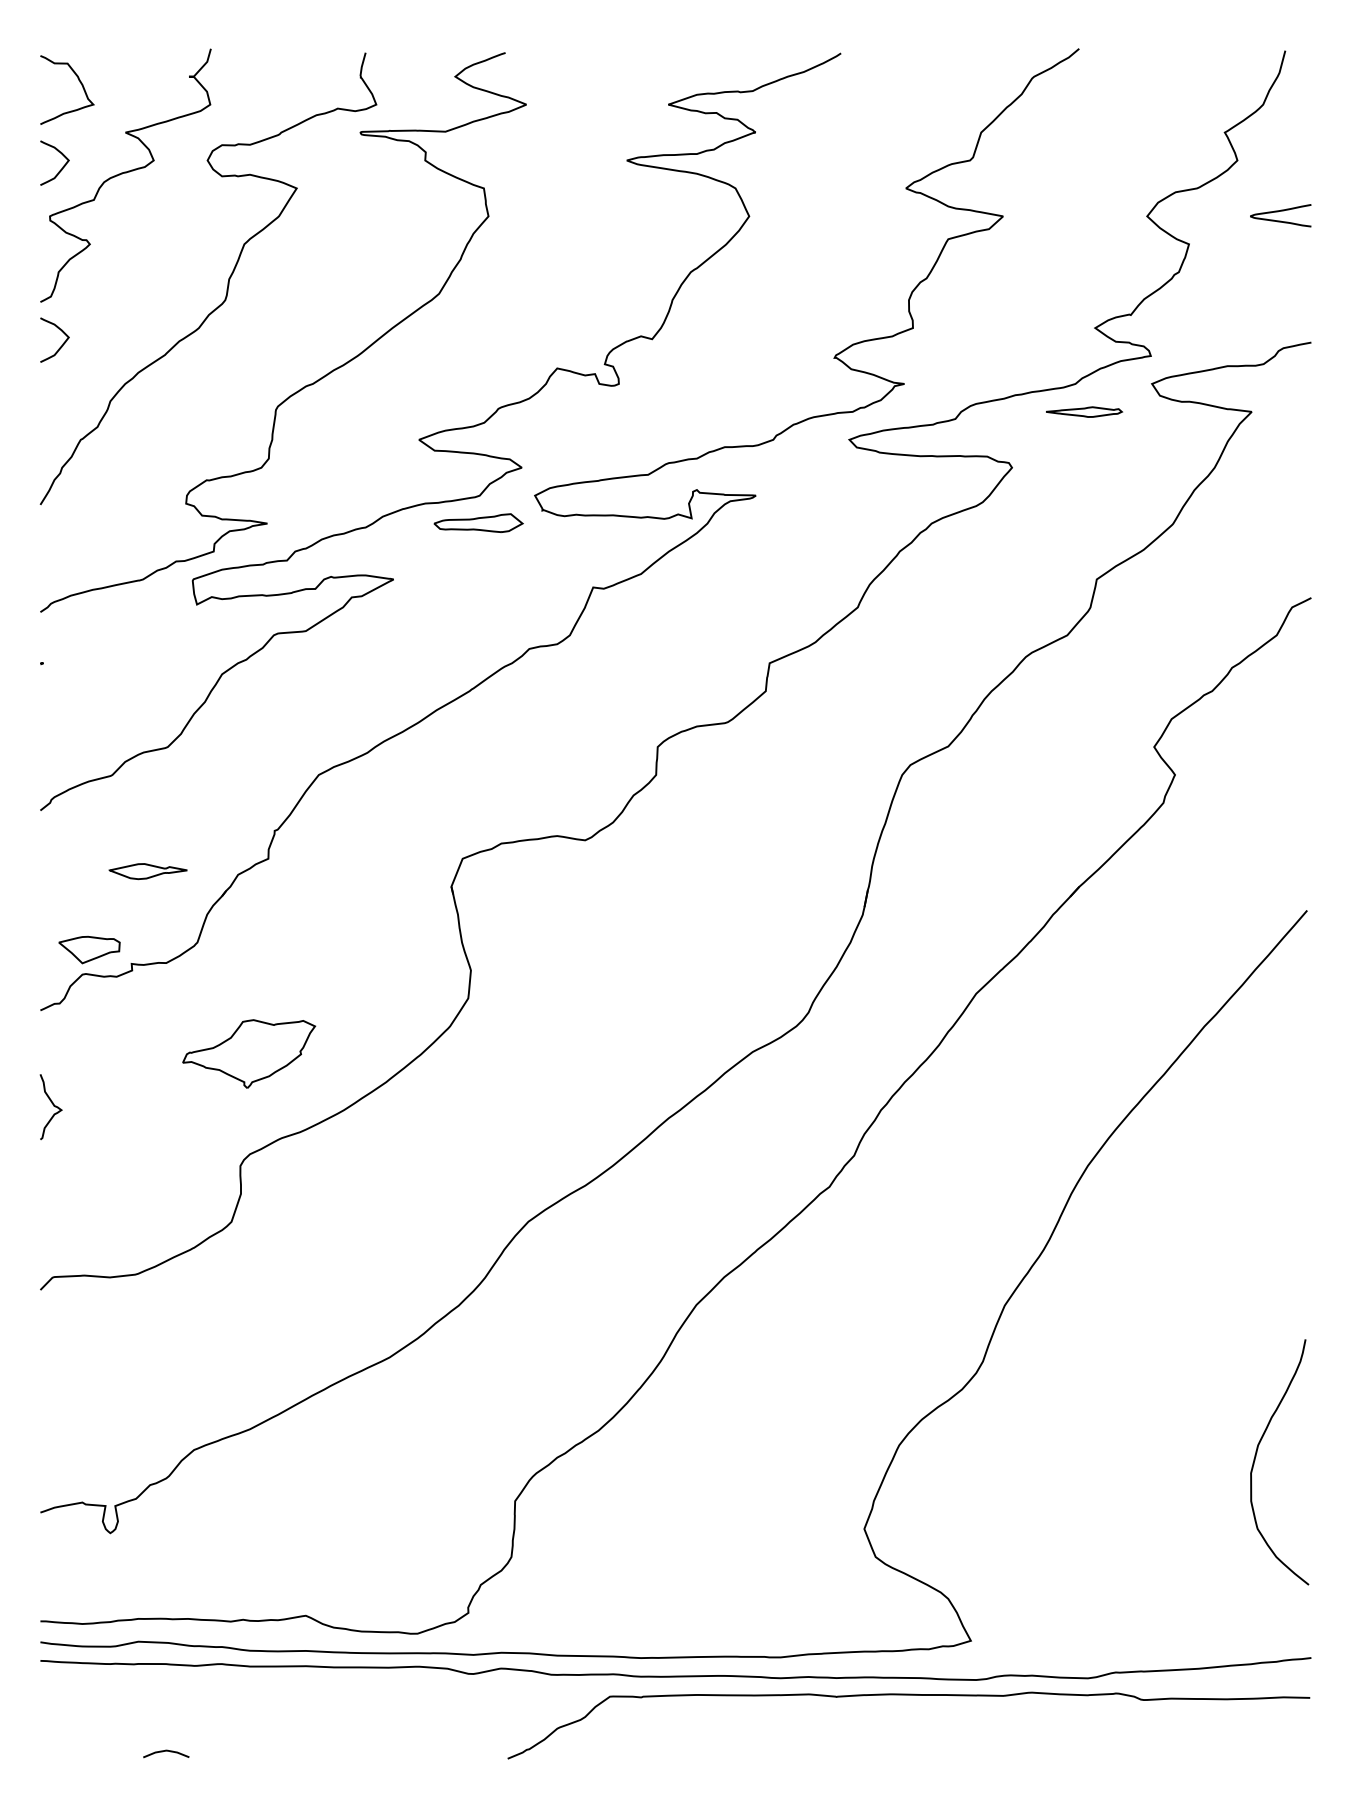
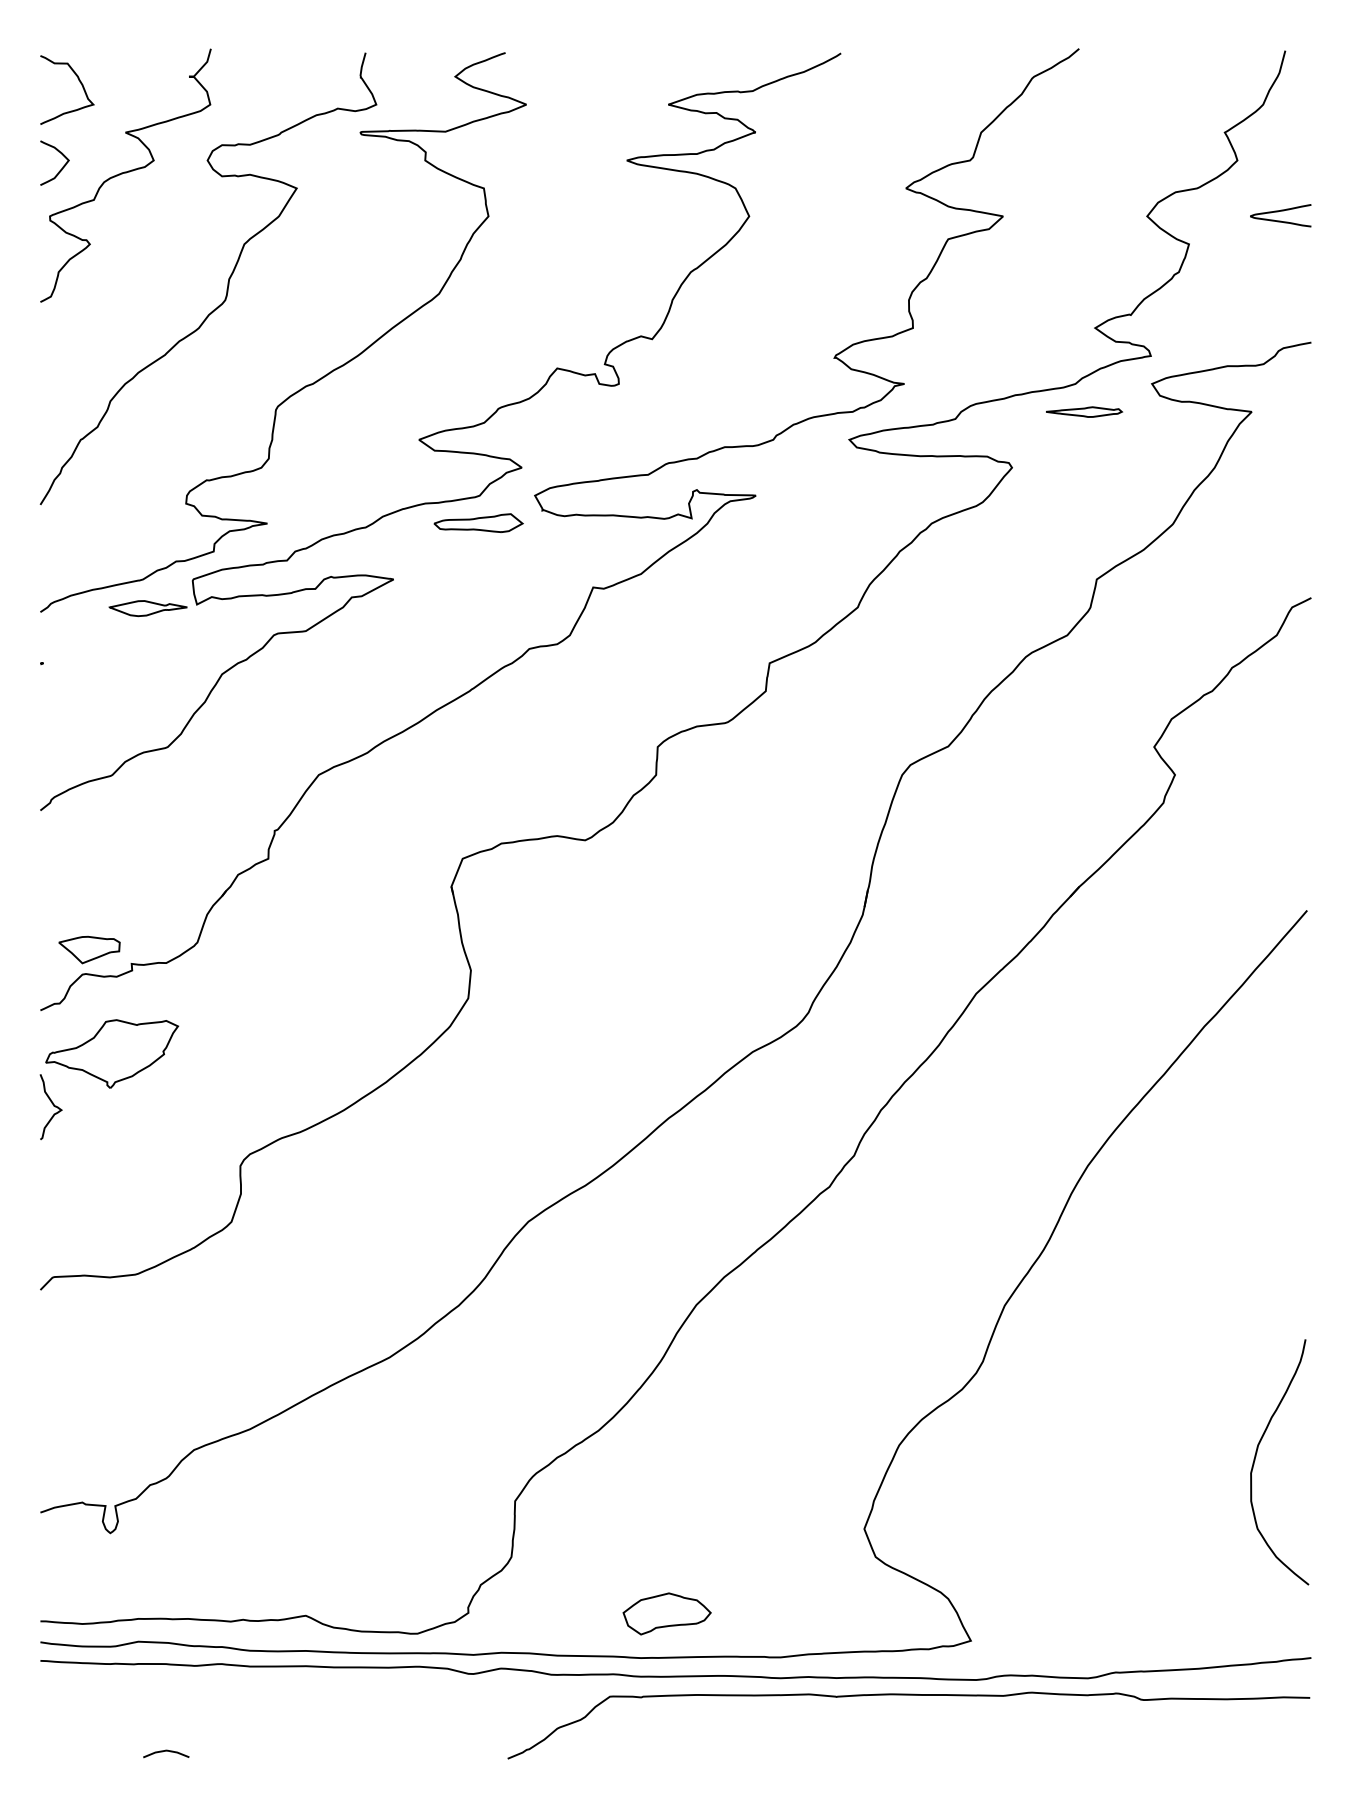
curve at (62, 343): present -> none
part at (147, 871) position: (147, 871) -> (147, 608)
part at (249, 1053) position: (249, 1053) -> (112, 1053)
part at (666, 1613): none -> present
